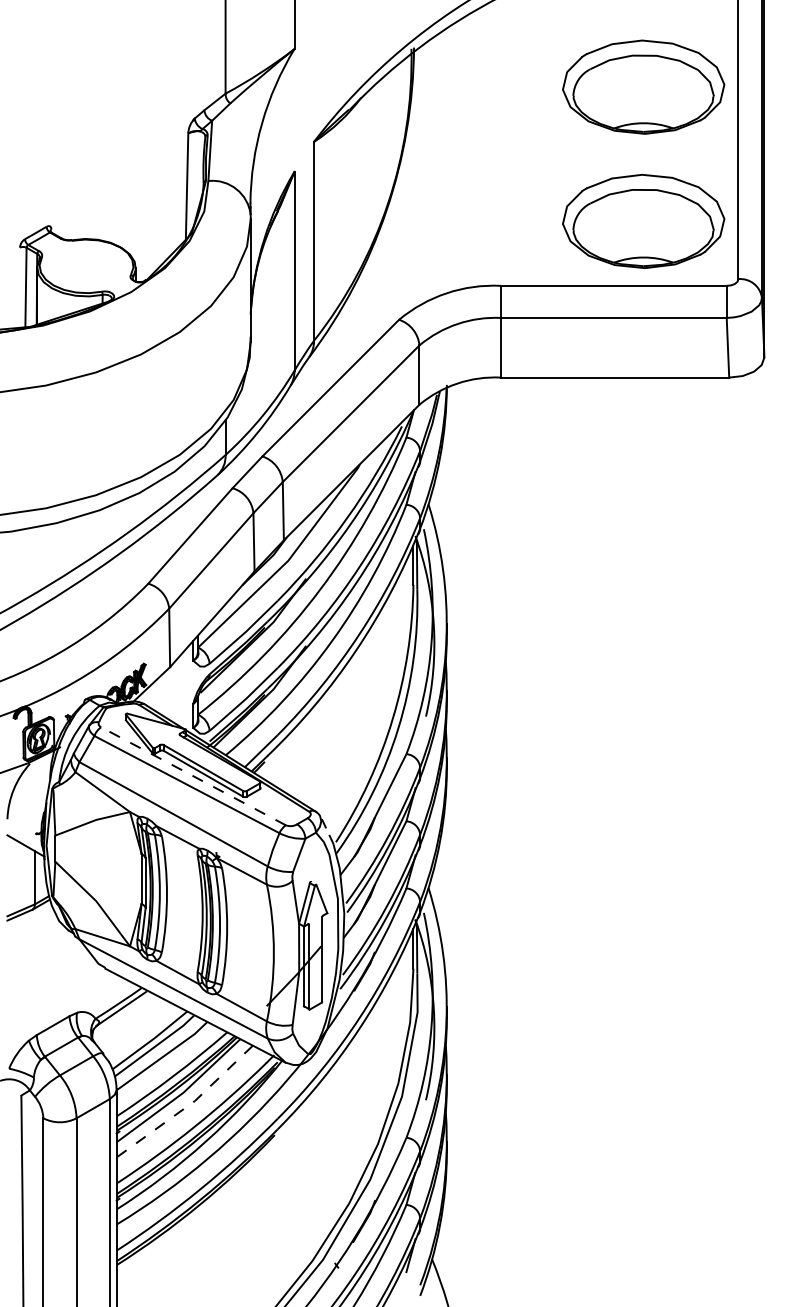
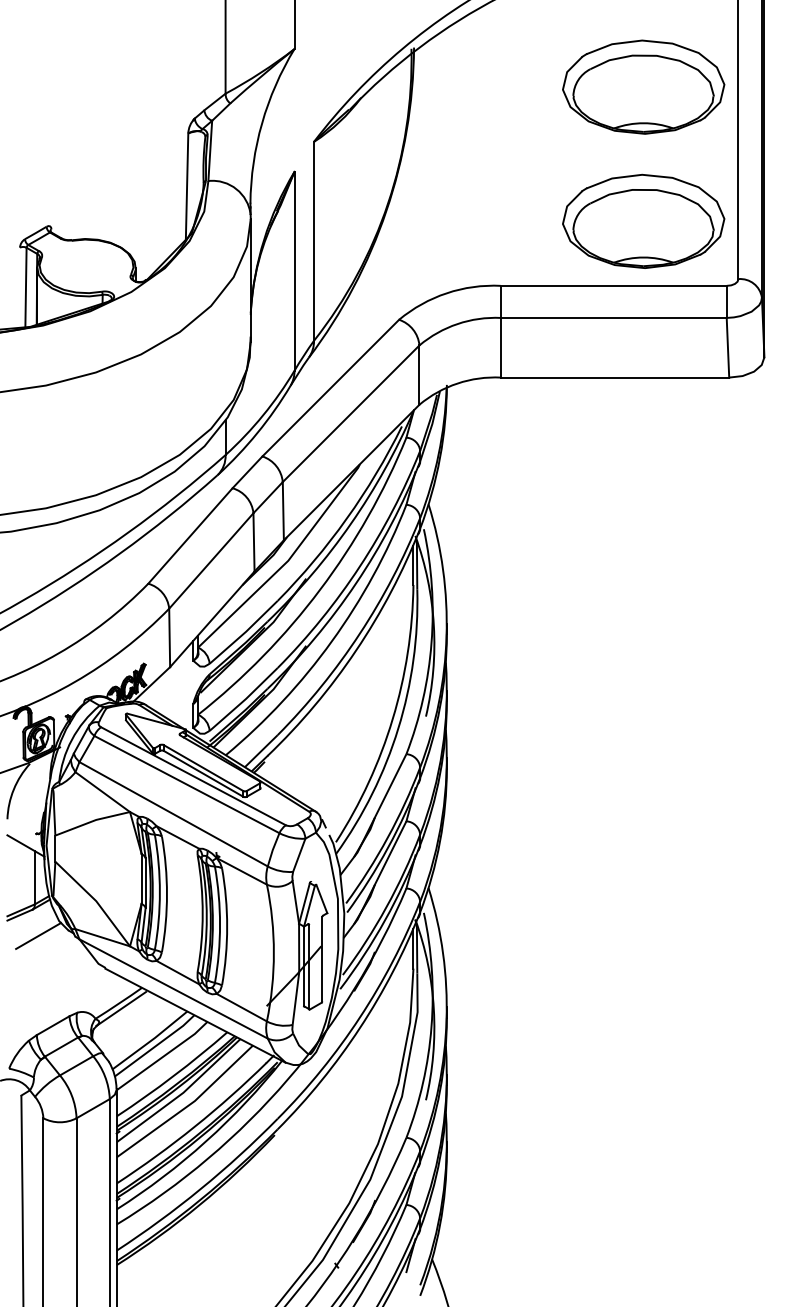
line at (193, 776): dashed -> solid
line at (38, 935): none -> present
line at (188, 1105): dashed -> solid
